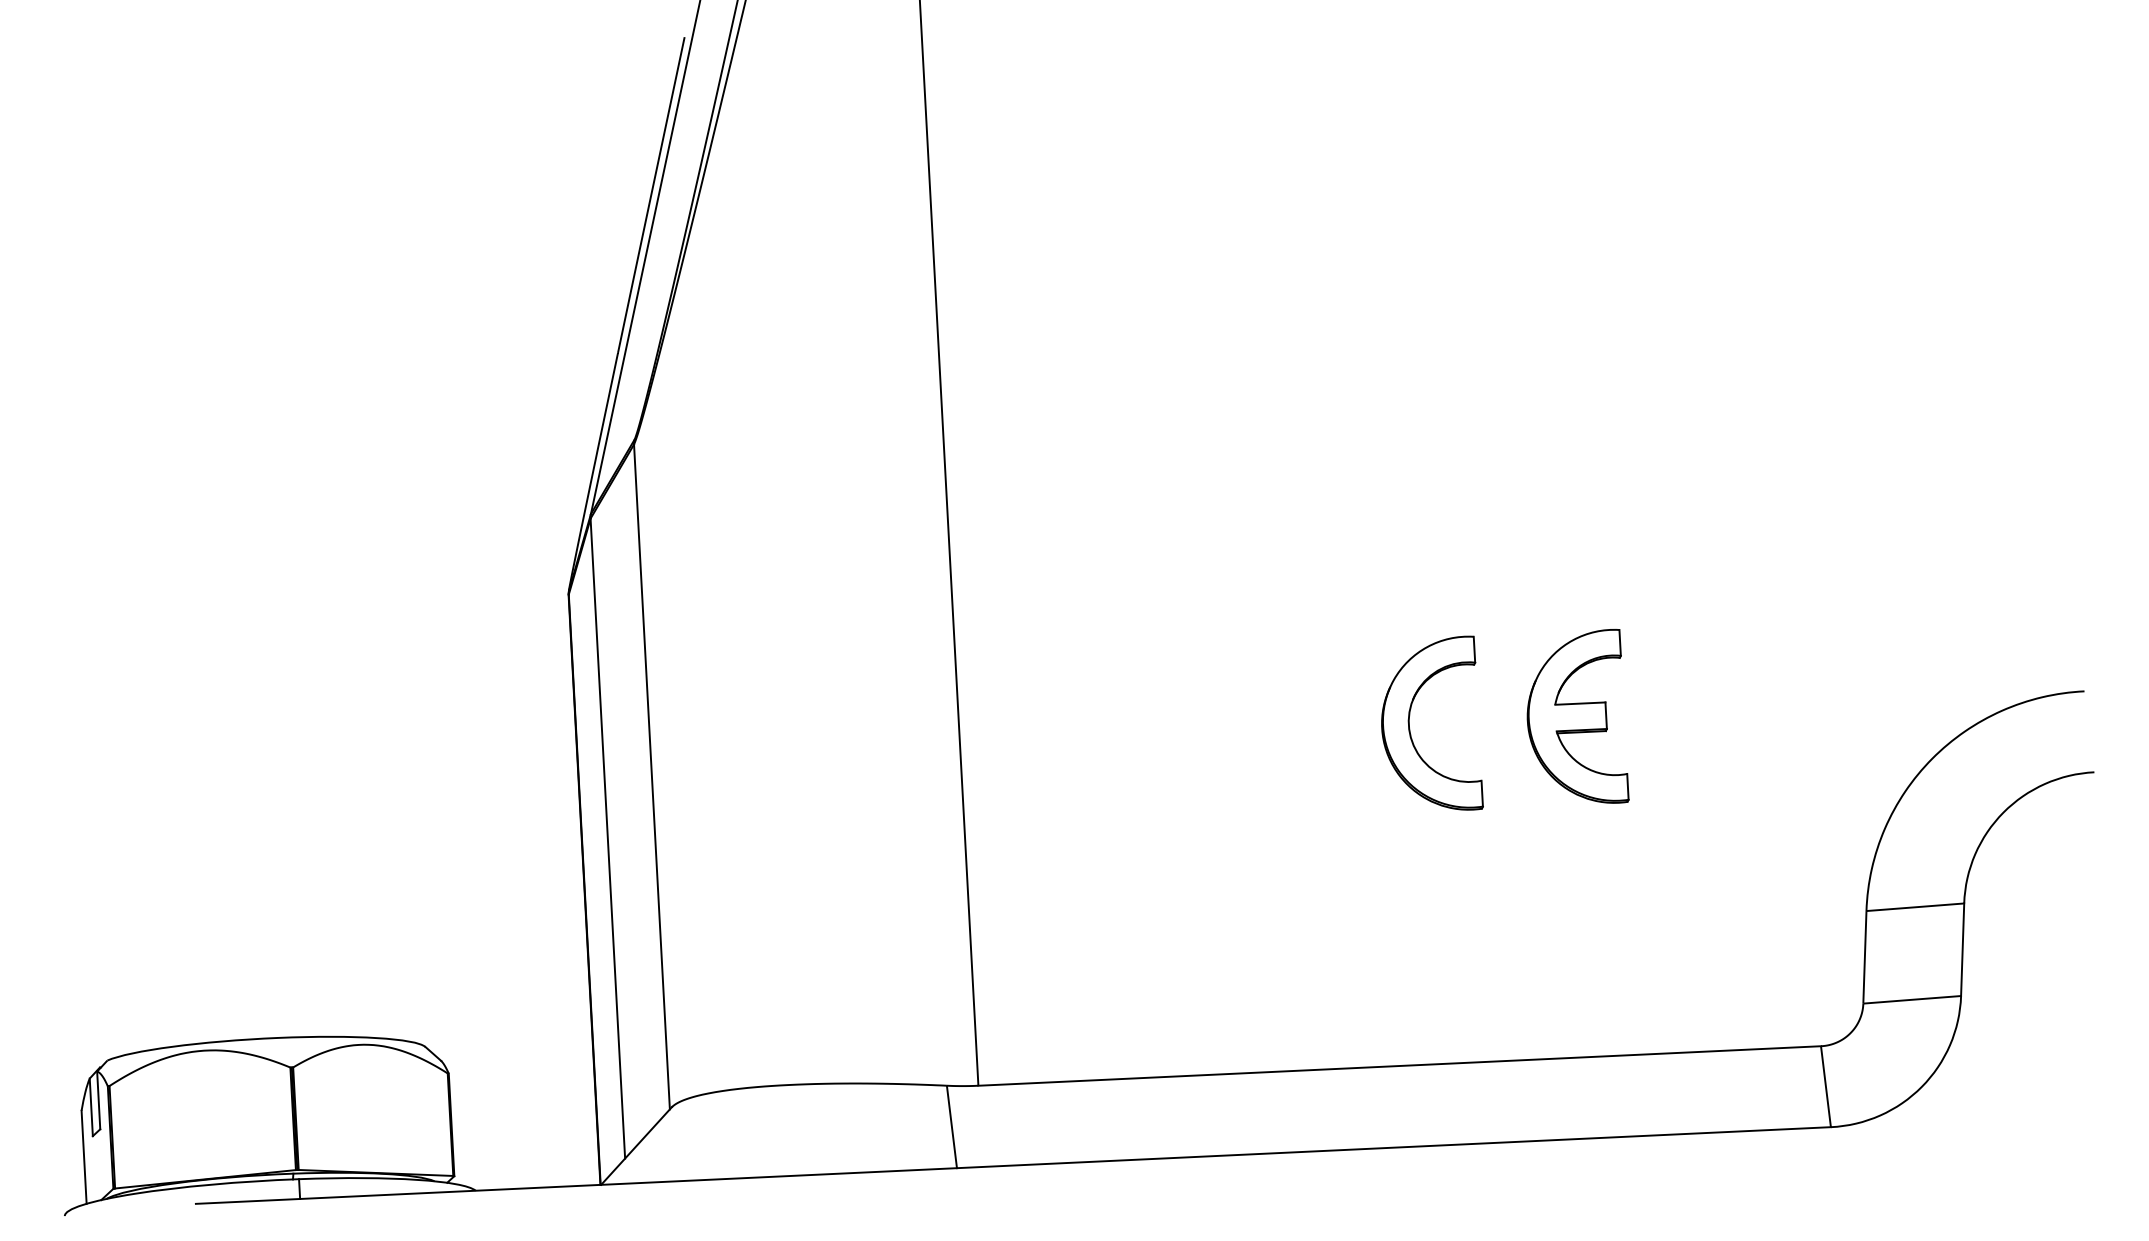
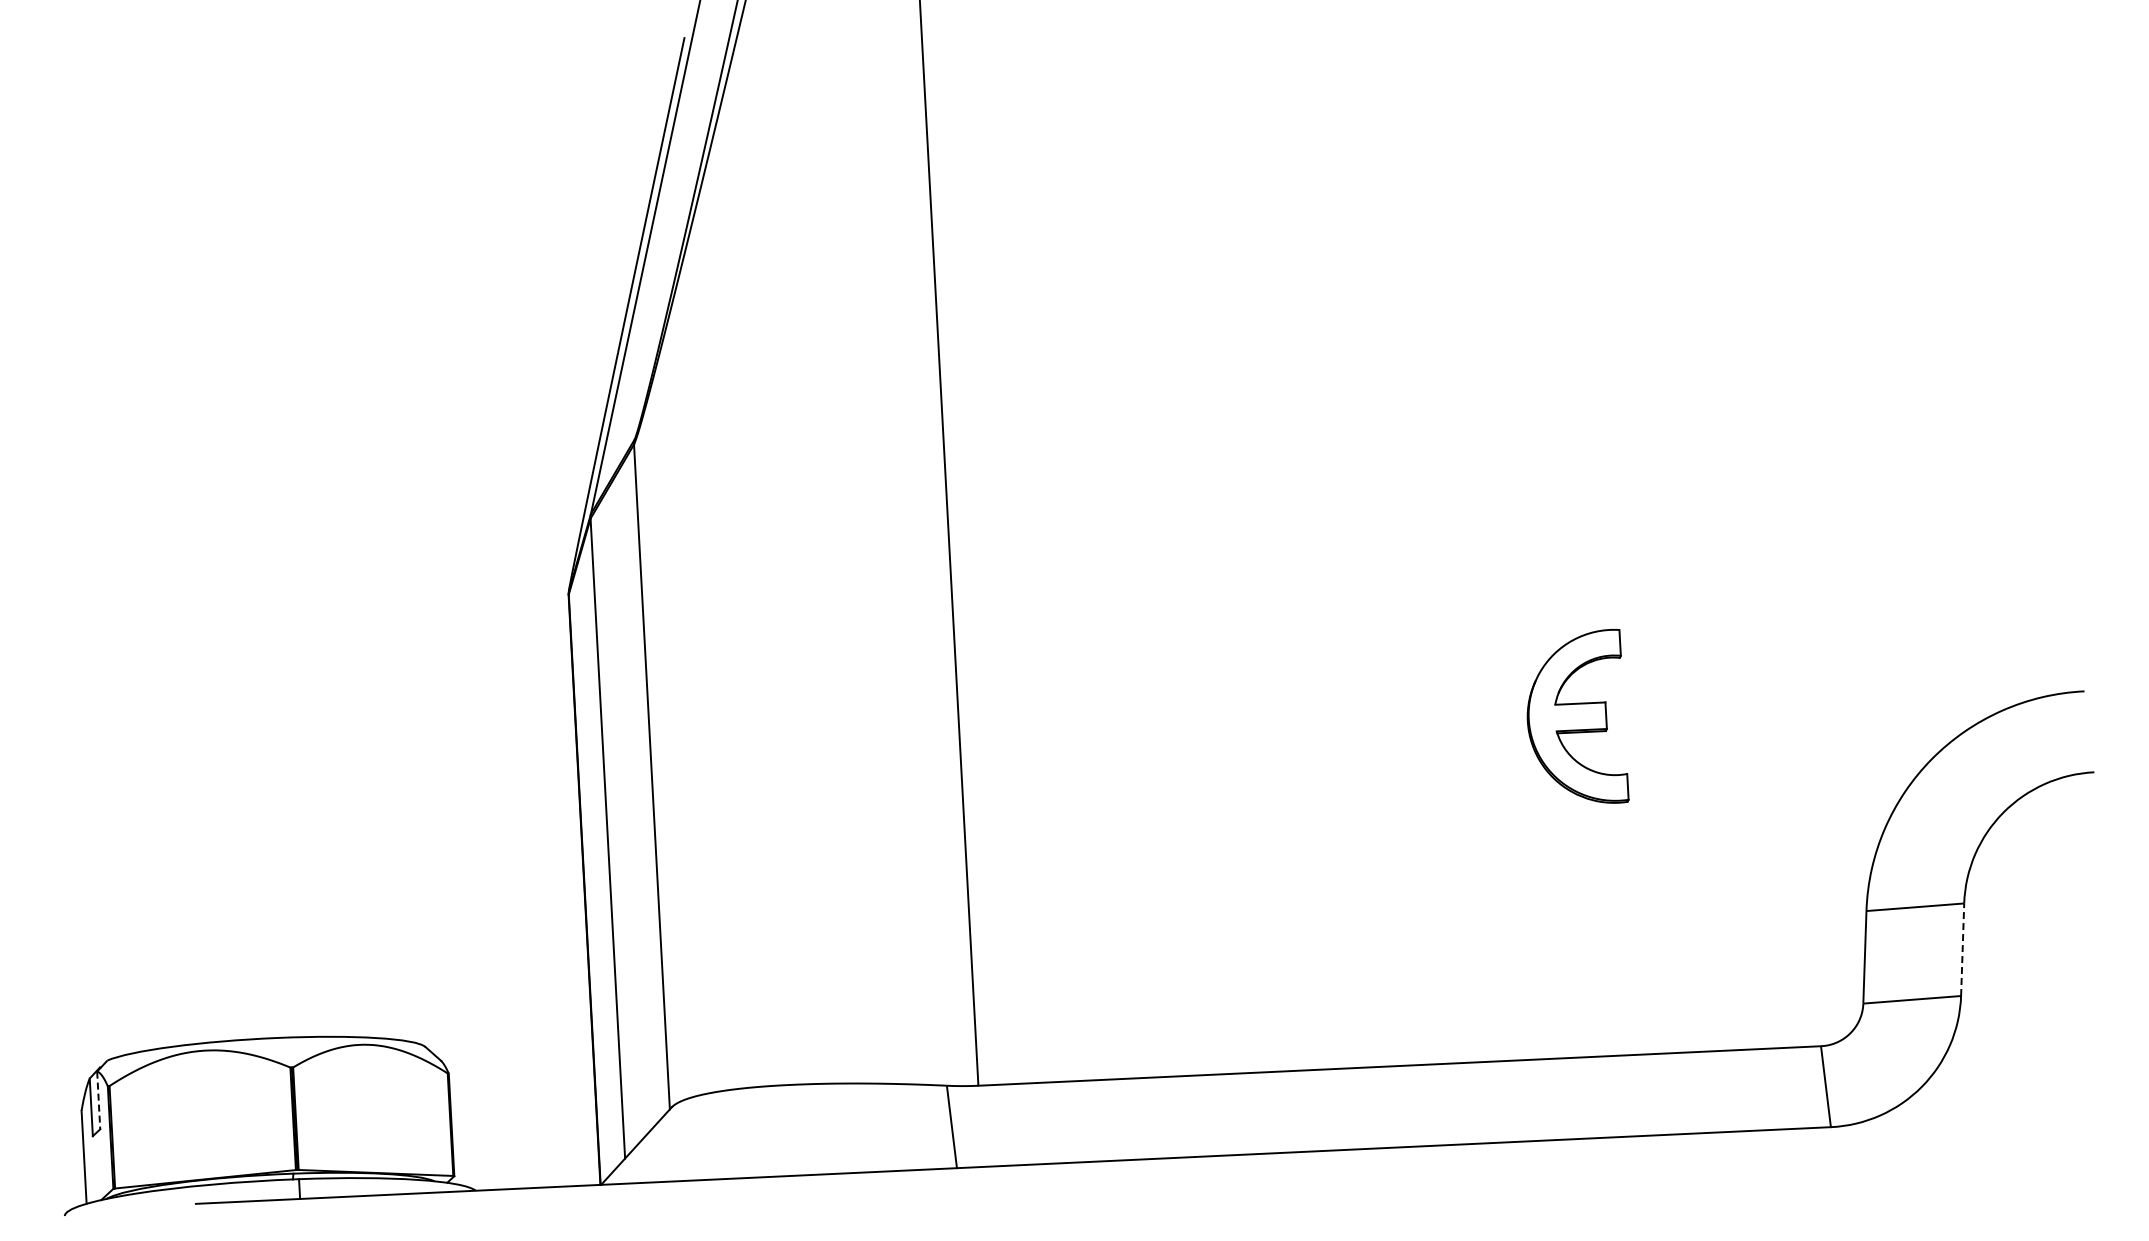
part at (1409, 722): present -> none
line at (1962, 949): solid -> dashed
line at (98, 1100): solid -> dashed
